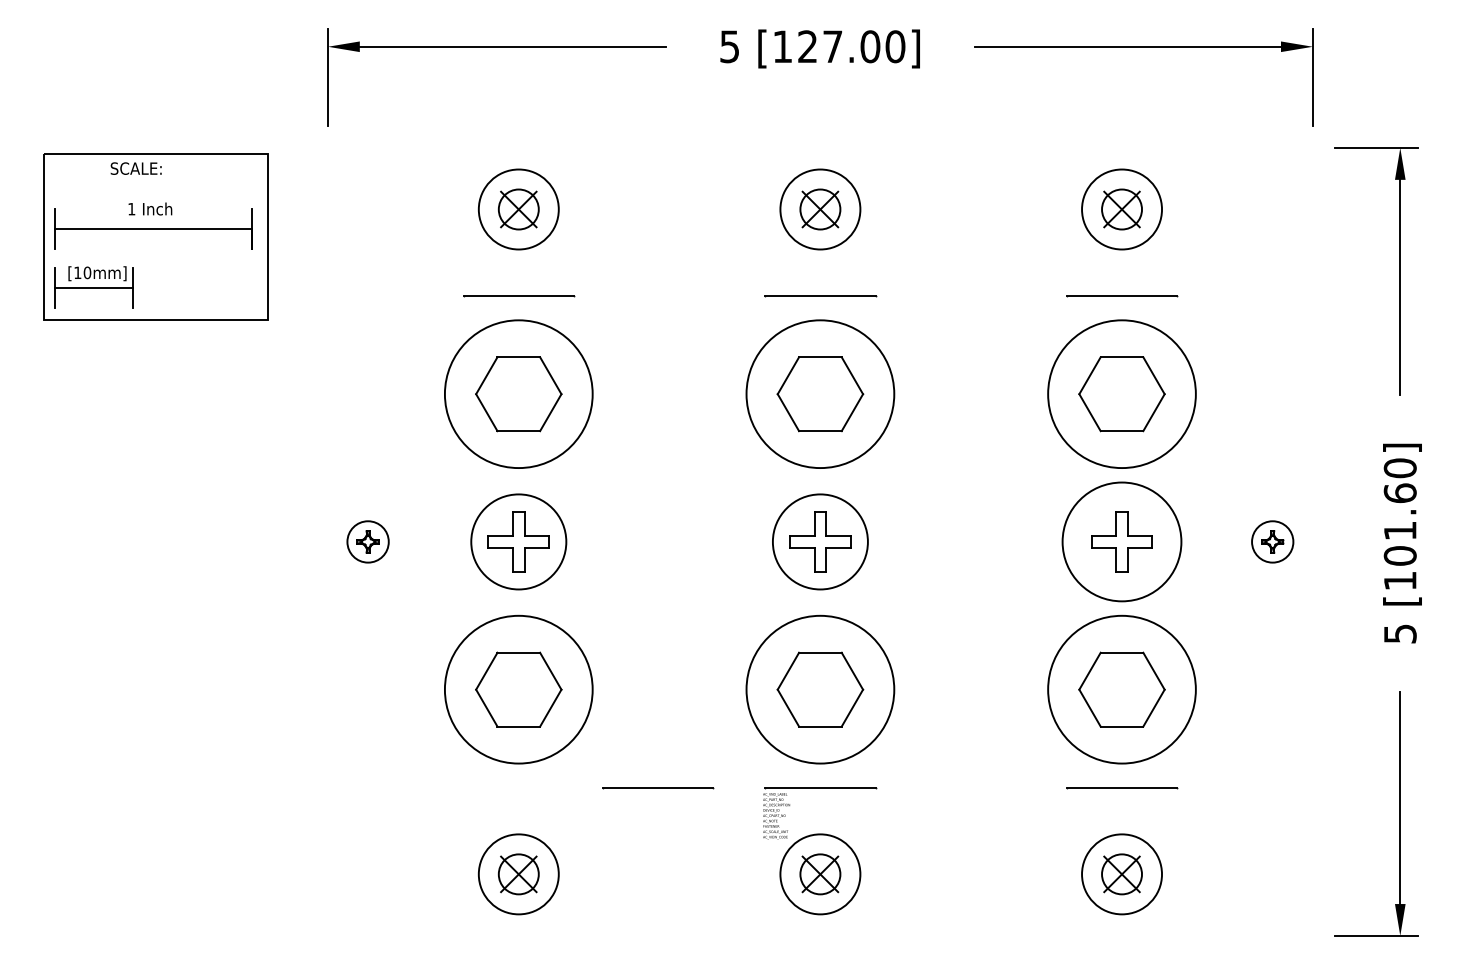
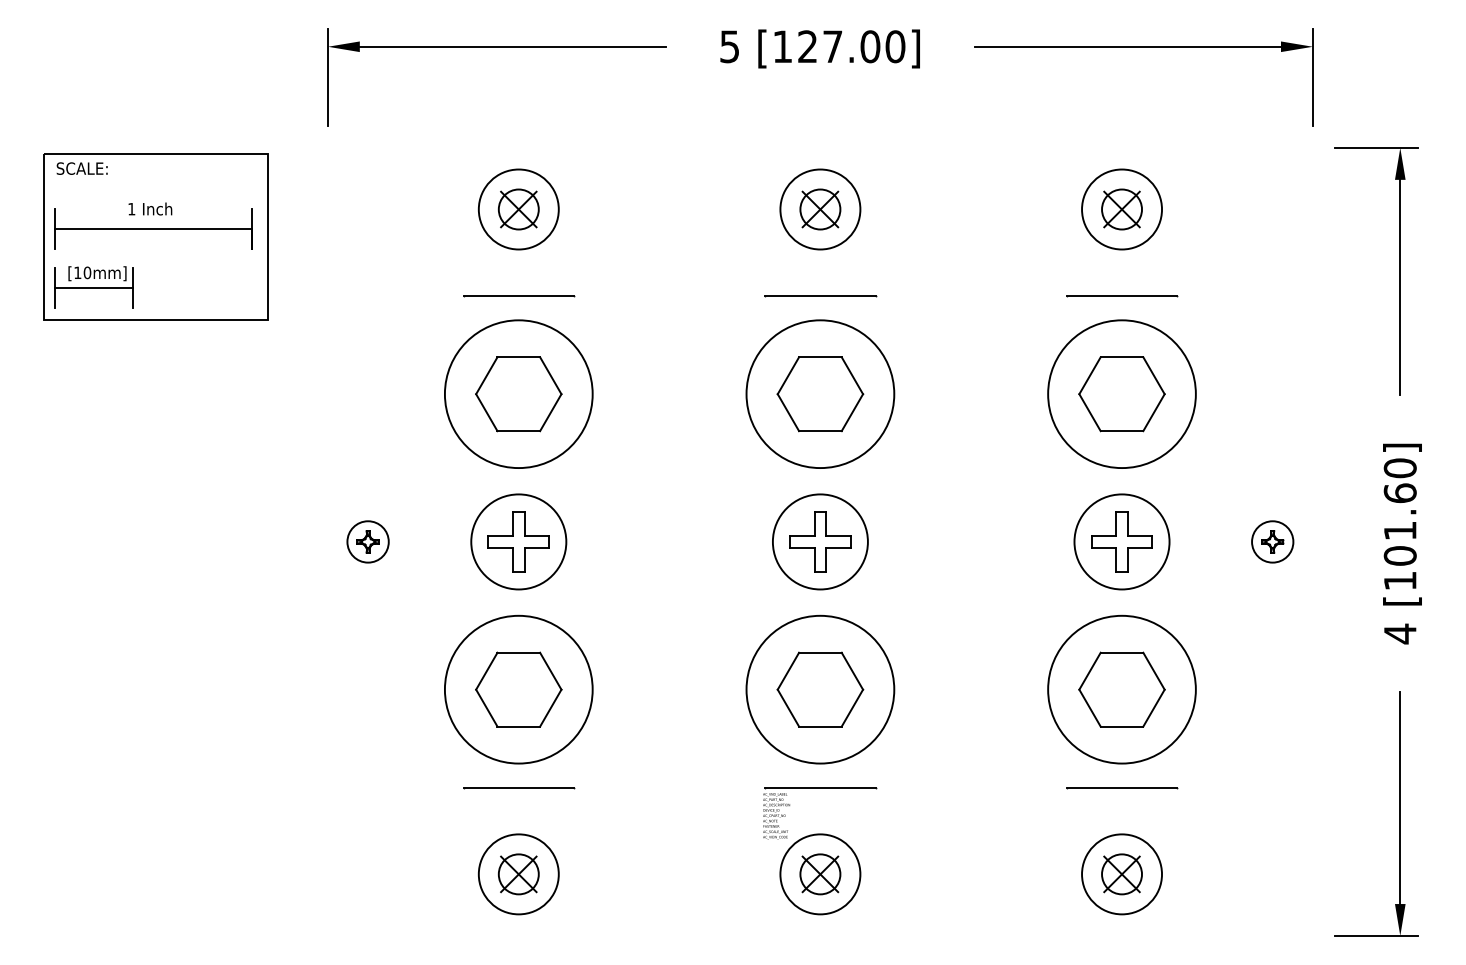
text at (135, 168) position: (135, 168) -> (81, 168)
circle at (1121, 541) diameter: 119 px -> 95 px
text at (1400, 633): 5 -> 4
line at (658, 788) position: (658, 788) -> (519, 788)
